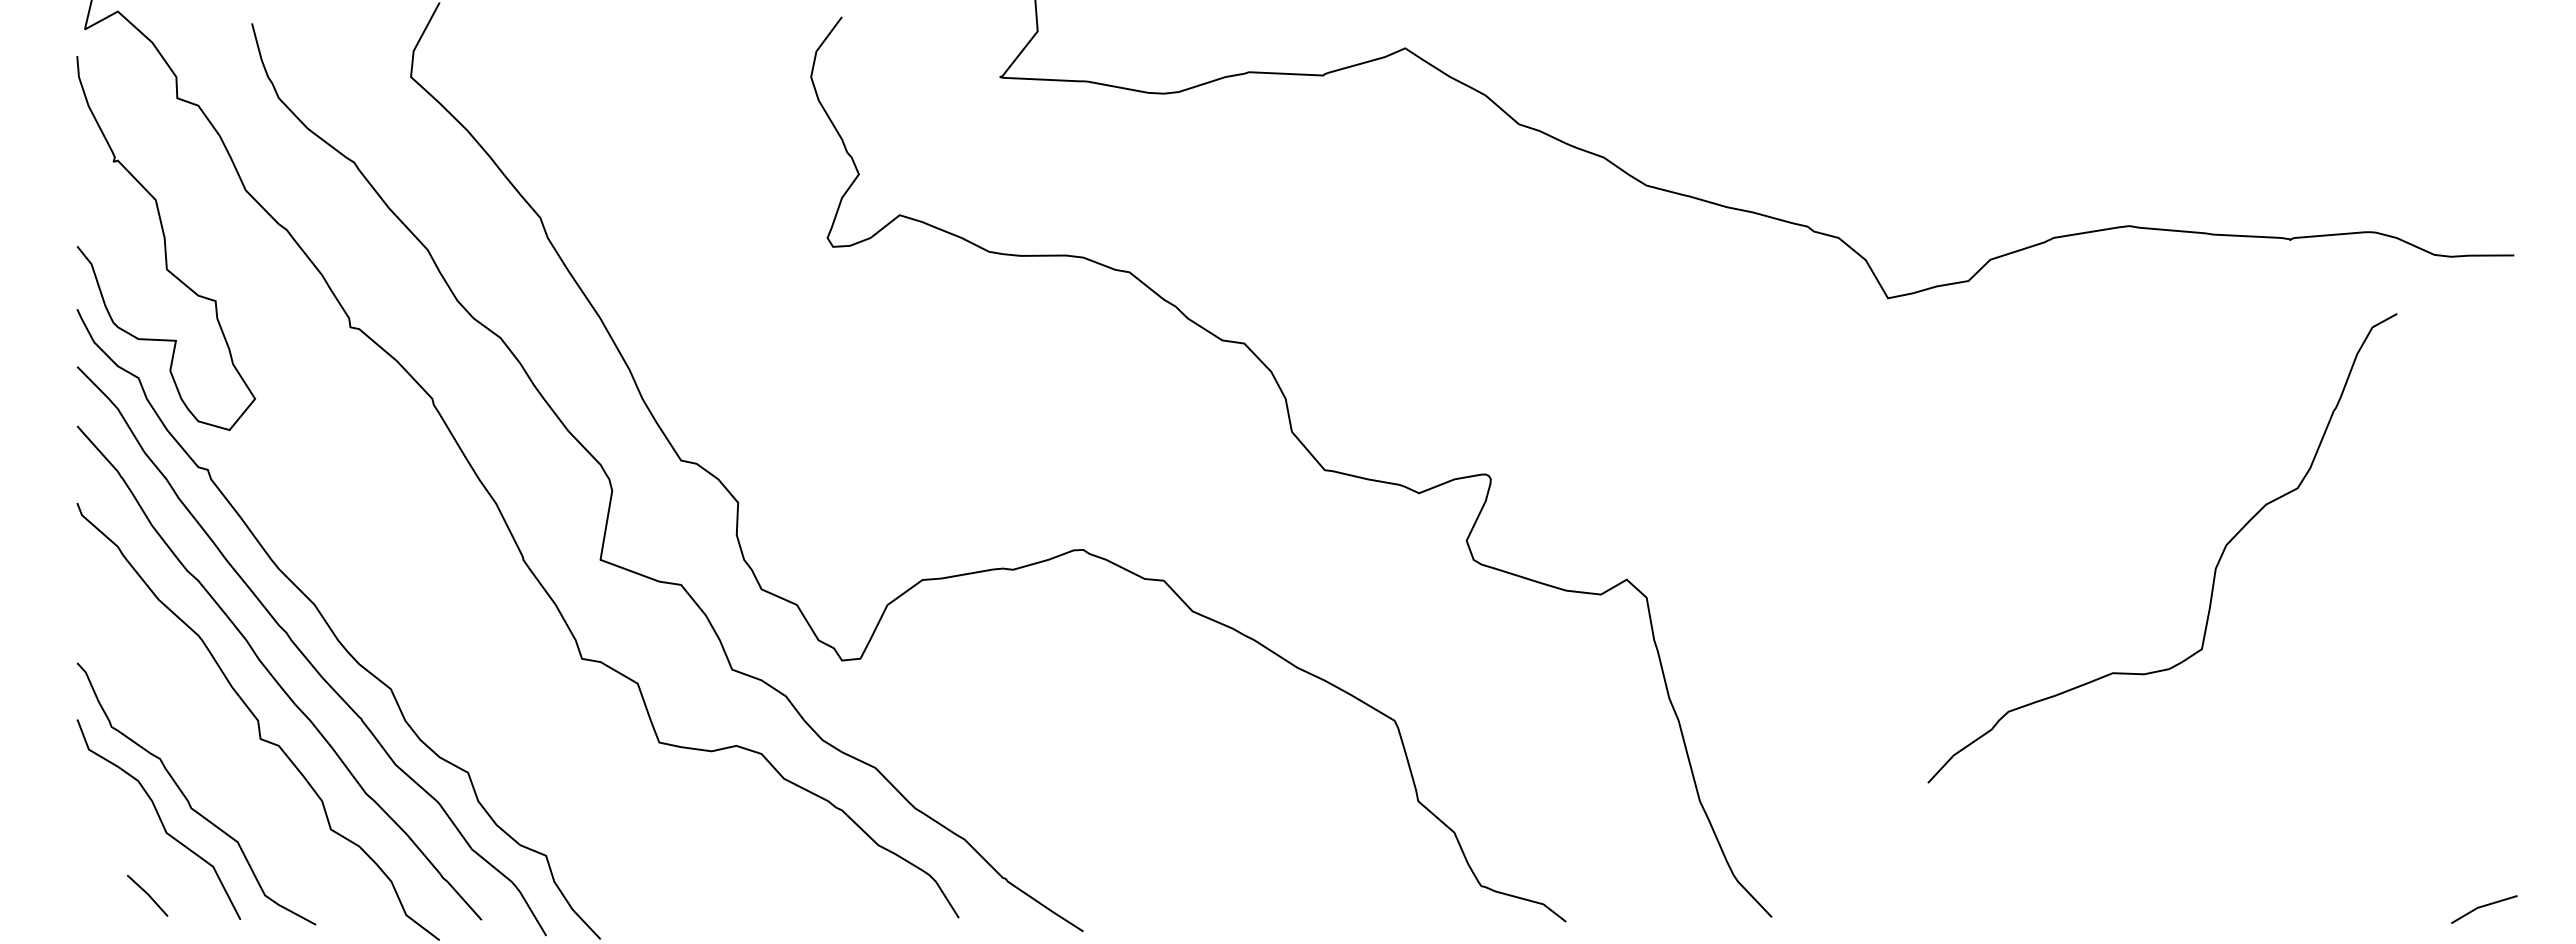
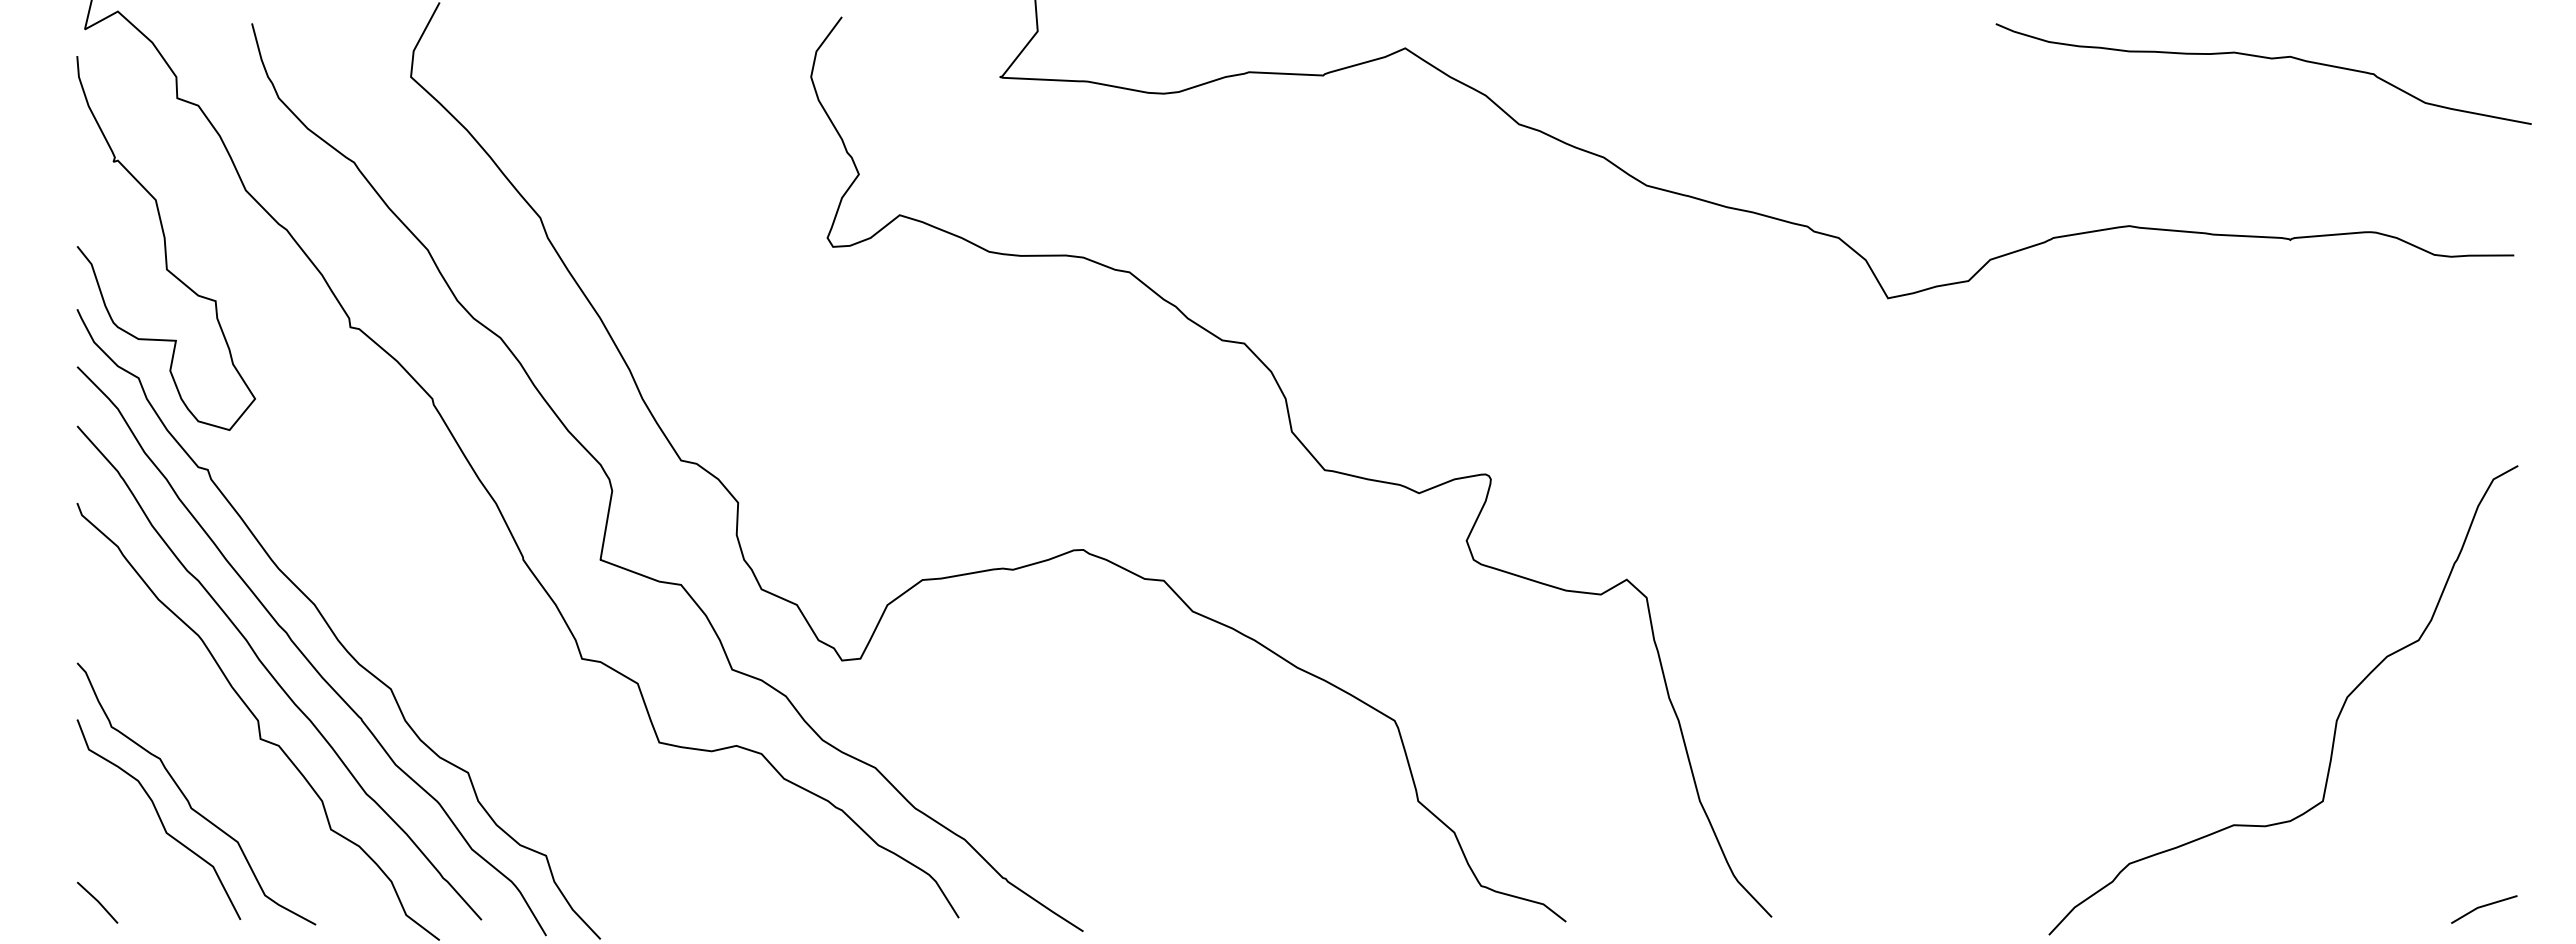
curve at (2263, 58): none -> present
curve at (2215, 566) position: (2215, 566) -> (2336, 718)
line at (147, 895) position: (147, 895) -> (97, 902)
